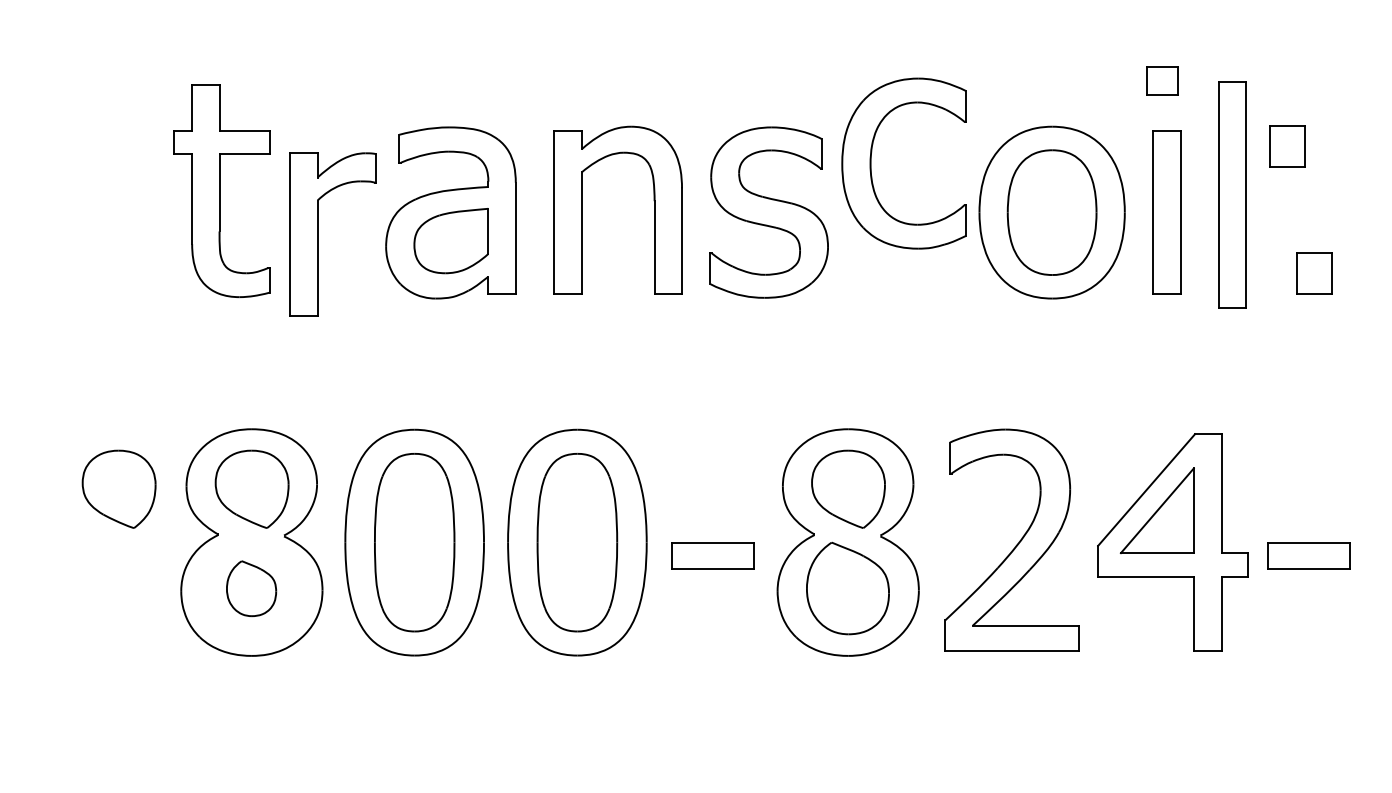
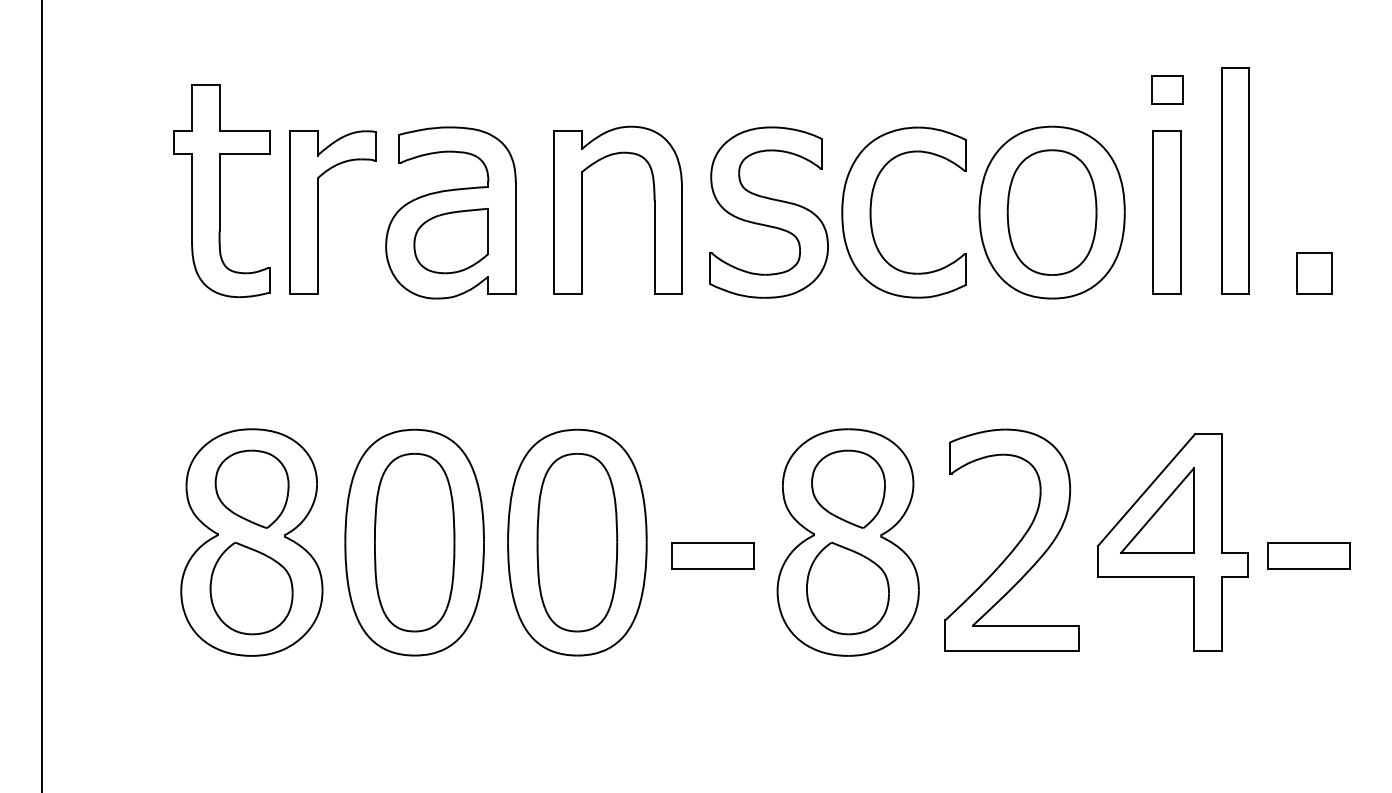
part at (1162, 80) position: (1162, 80) -> (1167, 89)
part at (1287, 146): present -> none
part at (871, 163) position: (871, 163) -> (871, 212)
part at (1232, 194) position: (1232, 194) -> (1235, 180)
part at (318, 234) position: (318, 234) -> (318, 212)
line at (41, 395): none -> present
part at (118, 488): present -> none
part at (251, 588) size: 52x58 px -> 85x94 px
